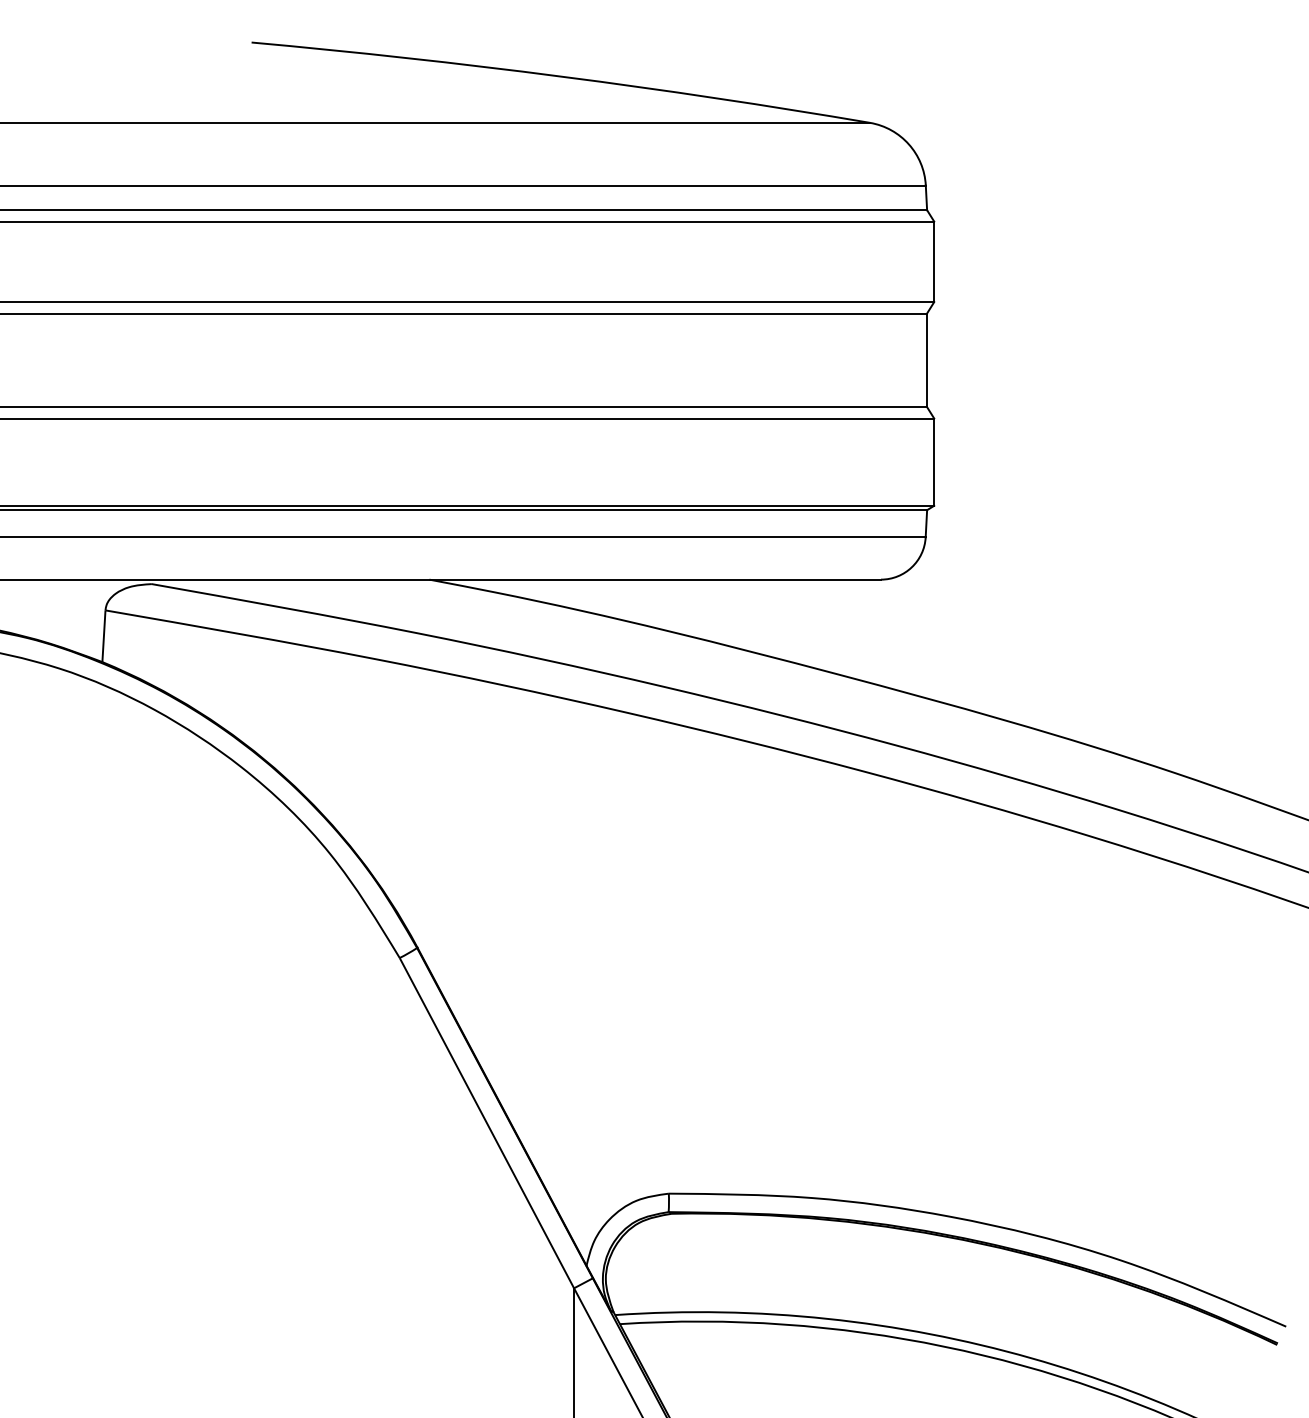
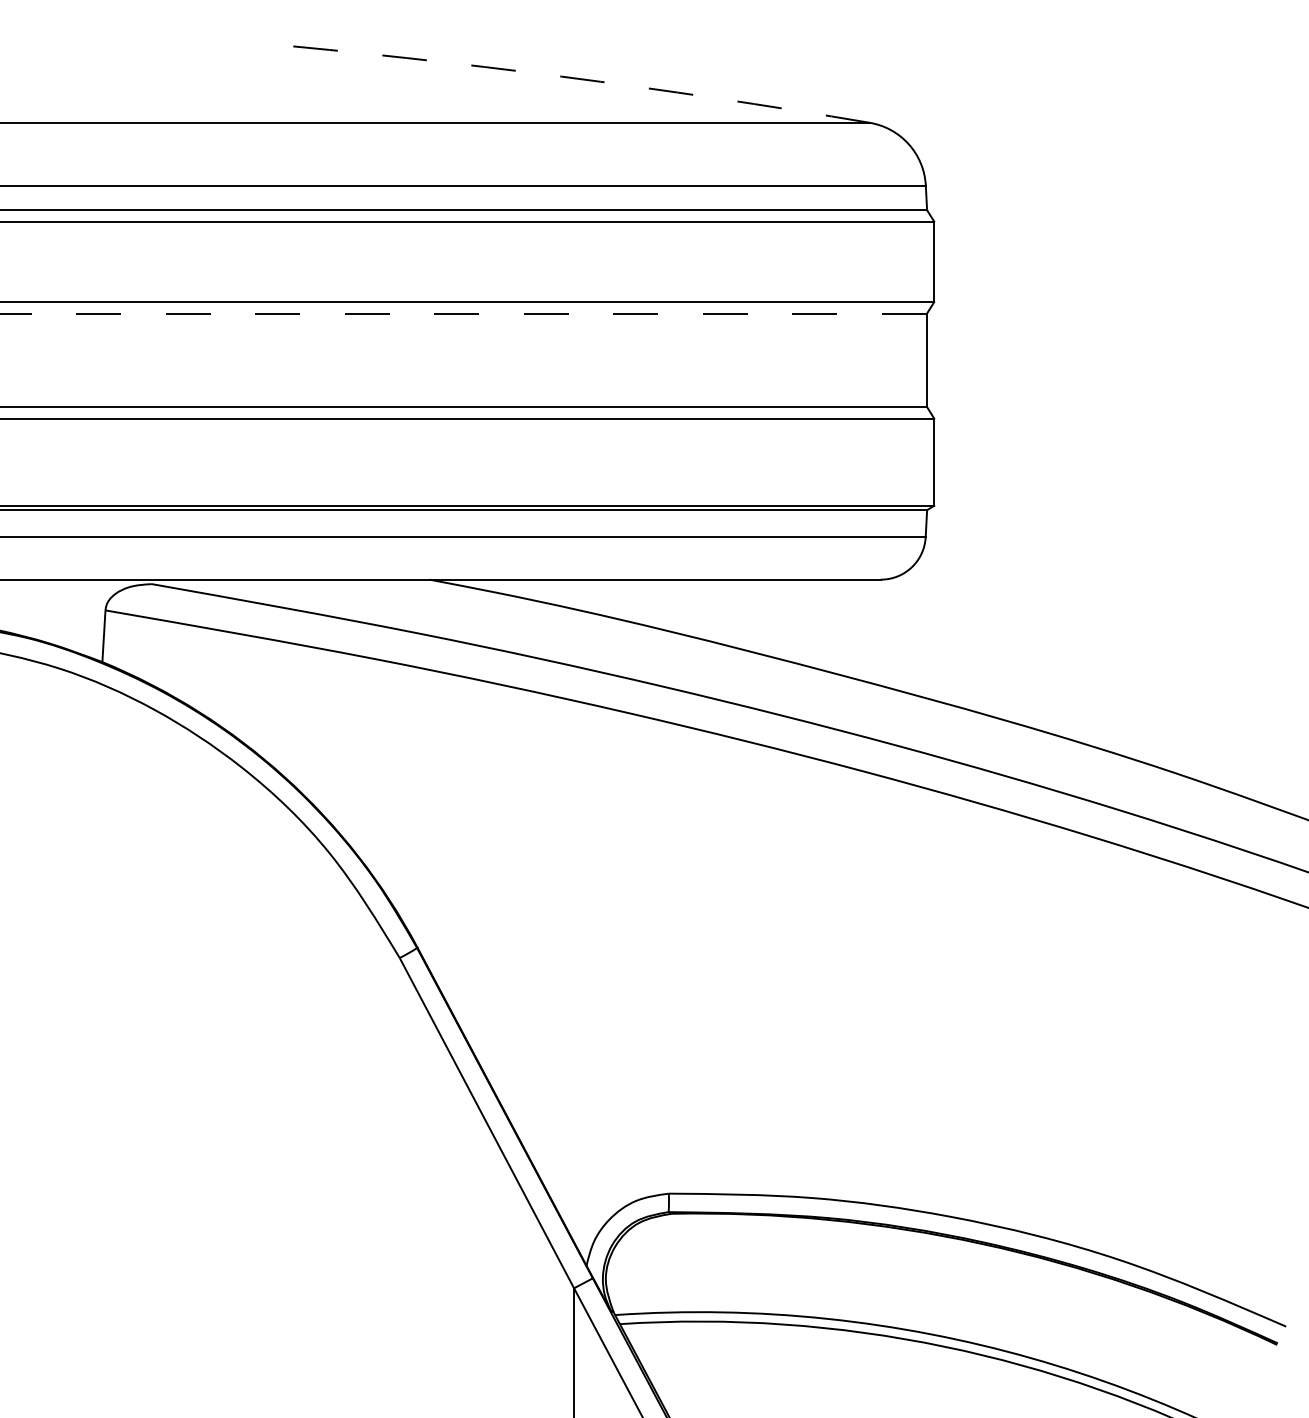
arc at (561, 76): solid -> dashed
line at (463, 314): solid -> dashed
